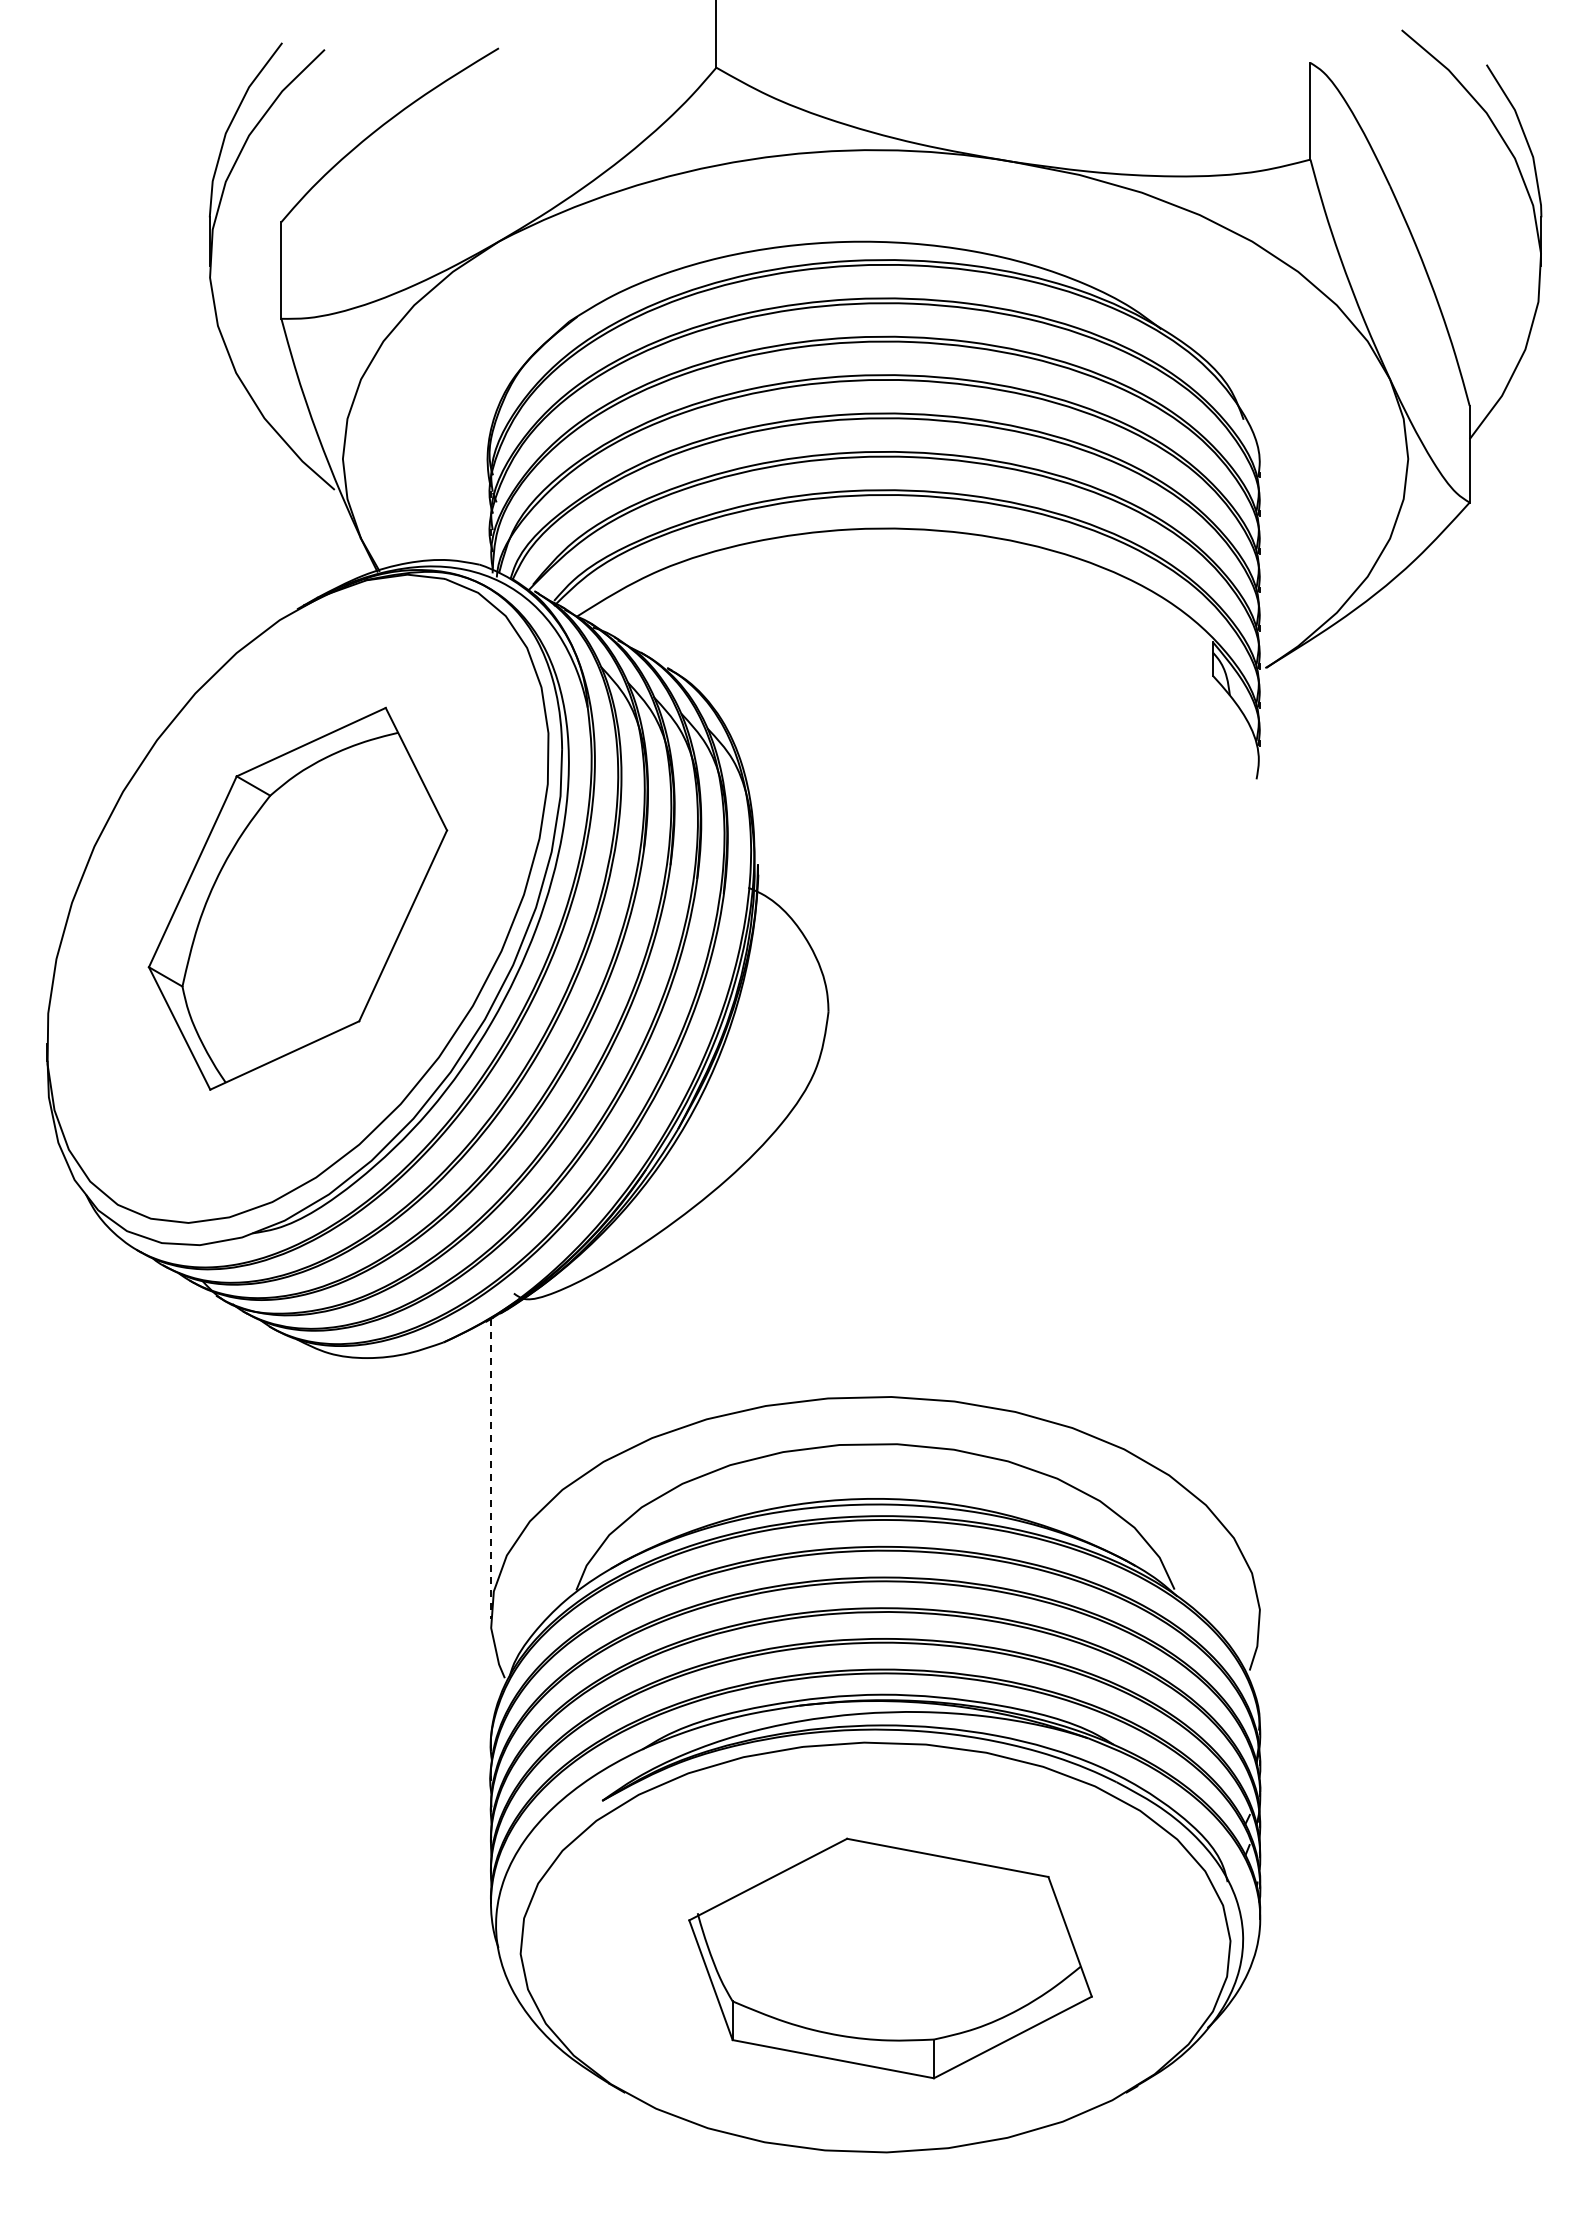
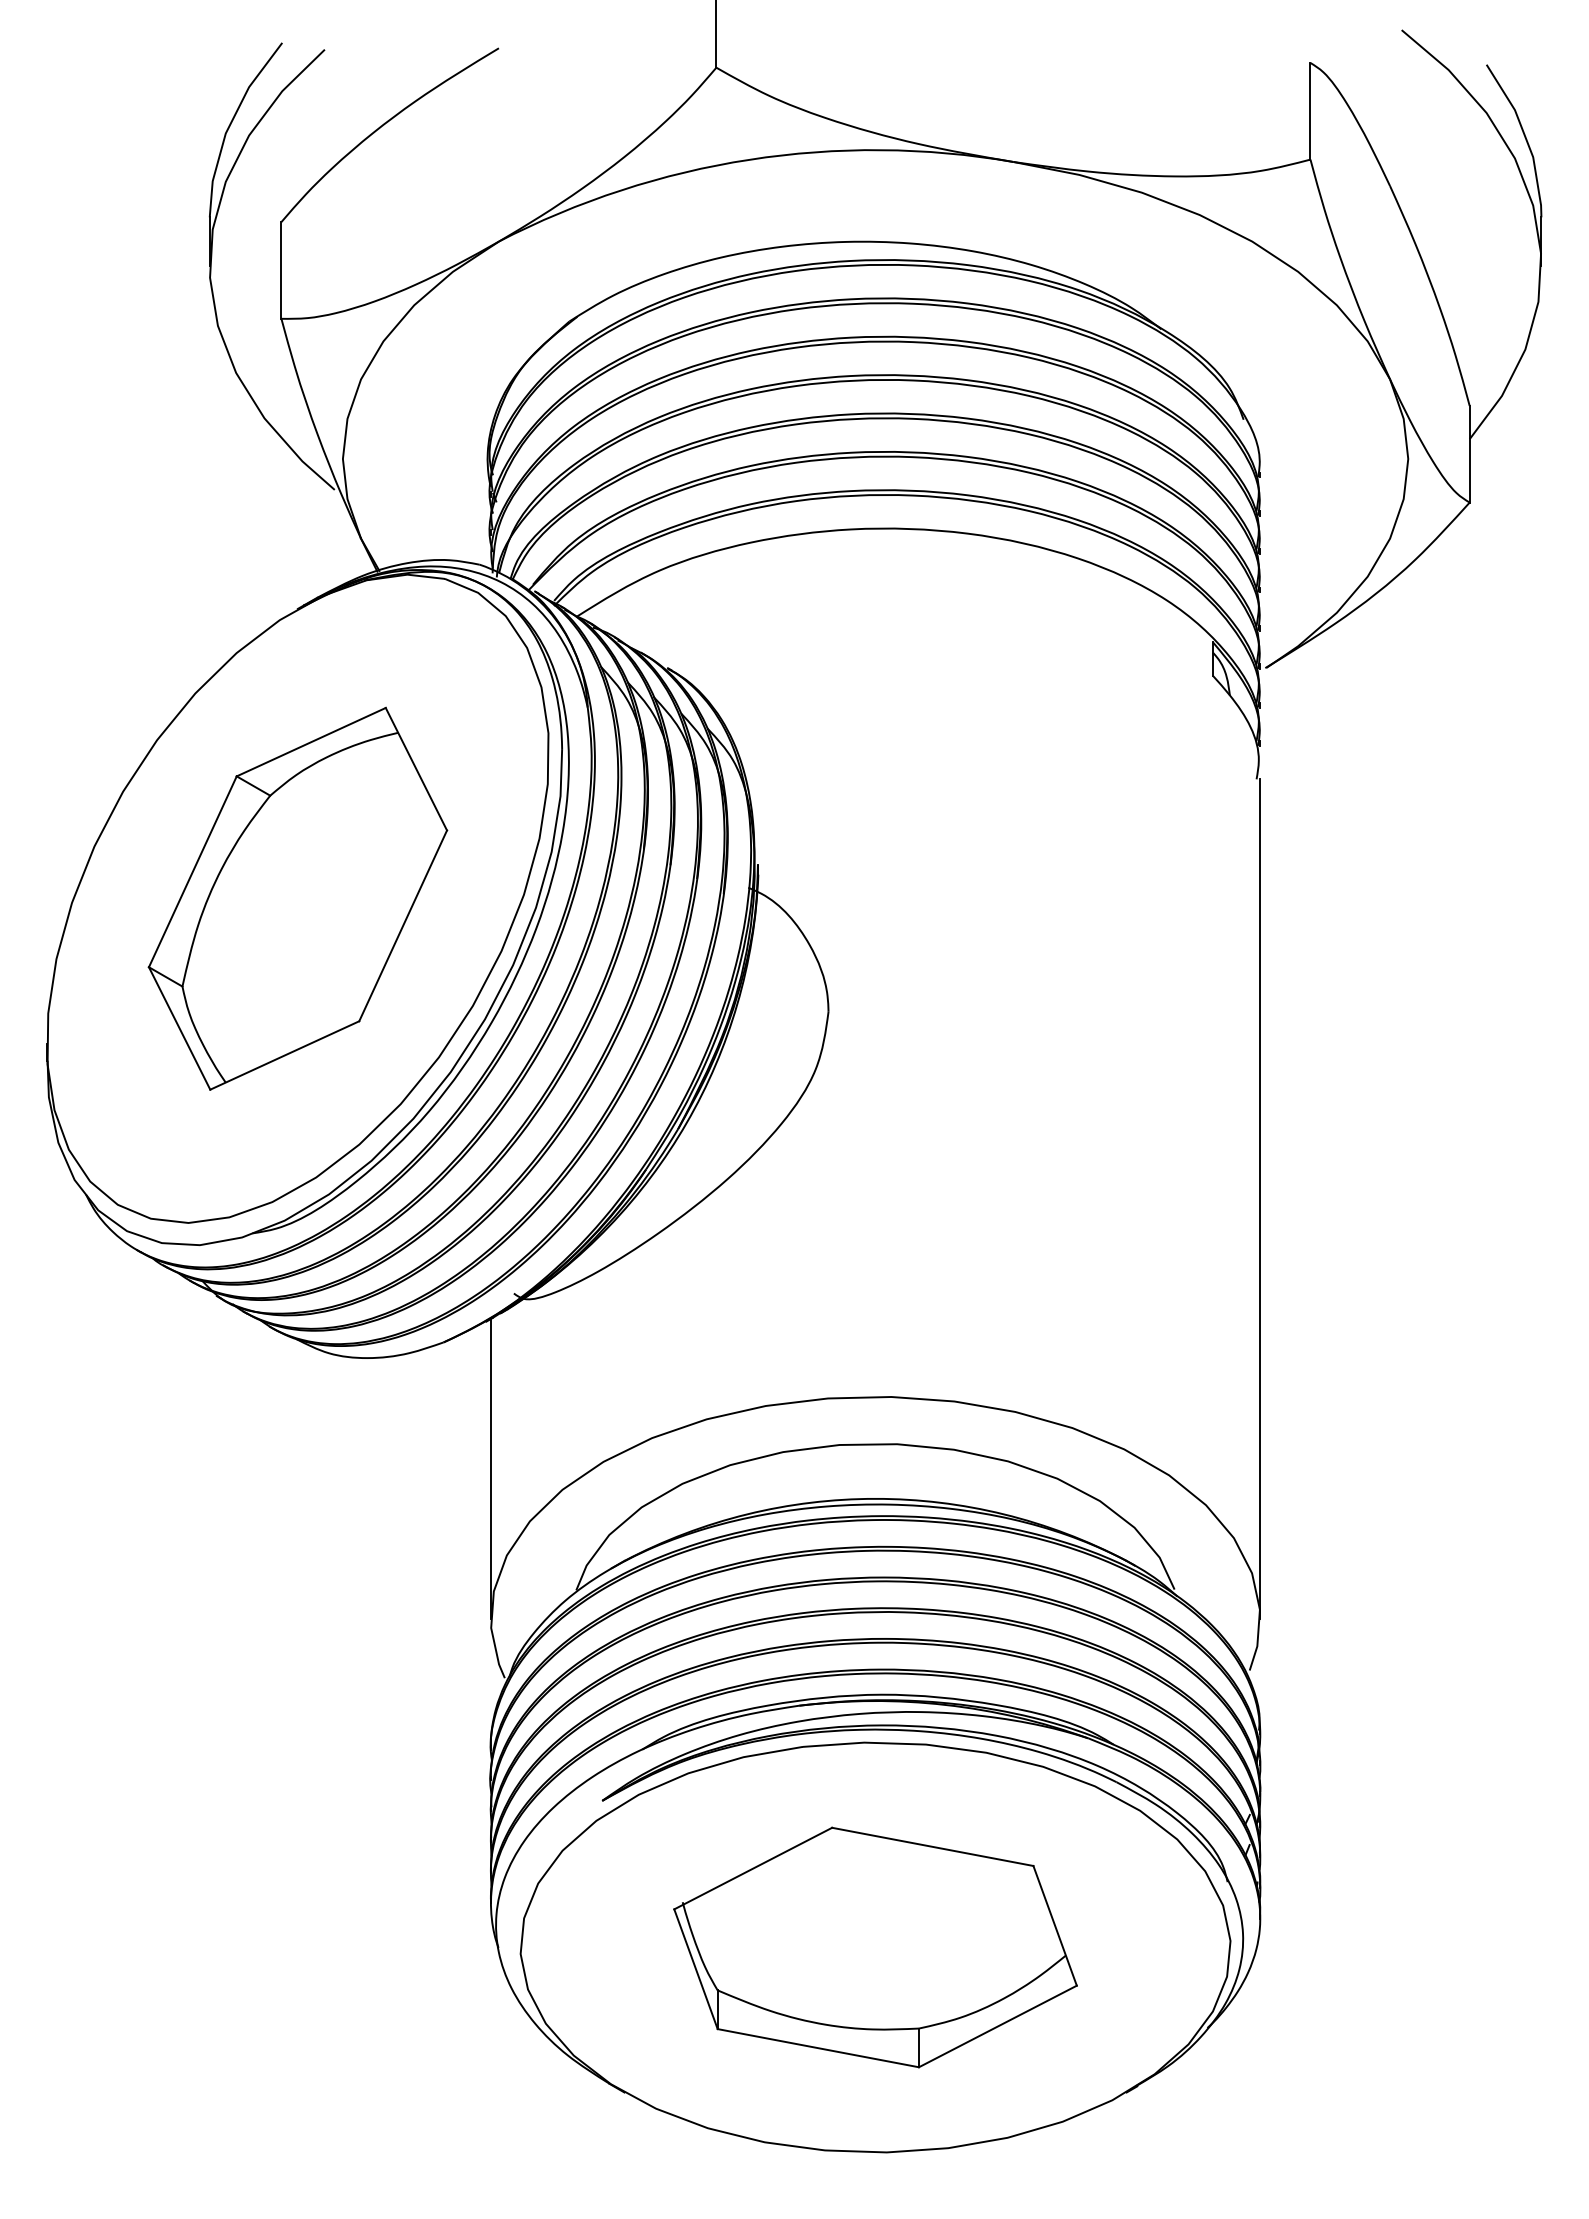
line at (1260, 1198): none -> present
line at (490, 1468): dashed -> solid
part at (890, 1958) position: (890, 1958) -> (875, 1947)
